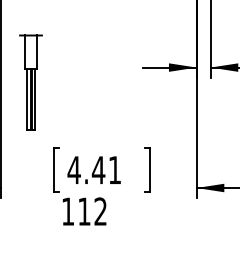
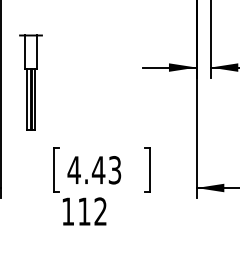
text at (114, 170): 4.41 -> 4.43
